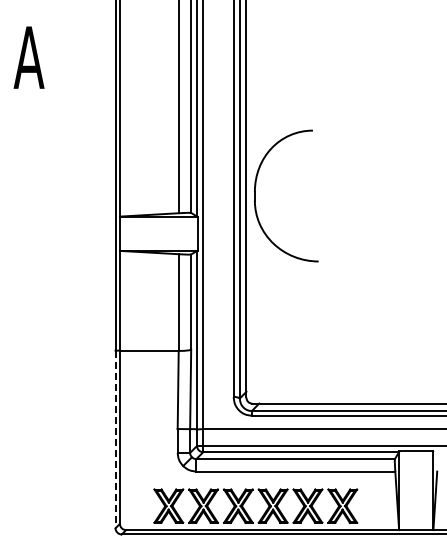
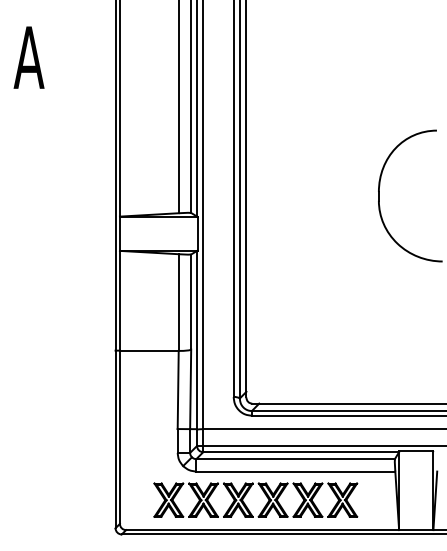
part at (255, 195) position: (255, 195) -> (379, 195)
line at (115, 439): dashed -> solid
part at (247, 499) position: (247, 499) -> (247, 493)
